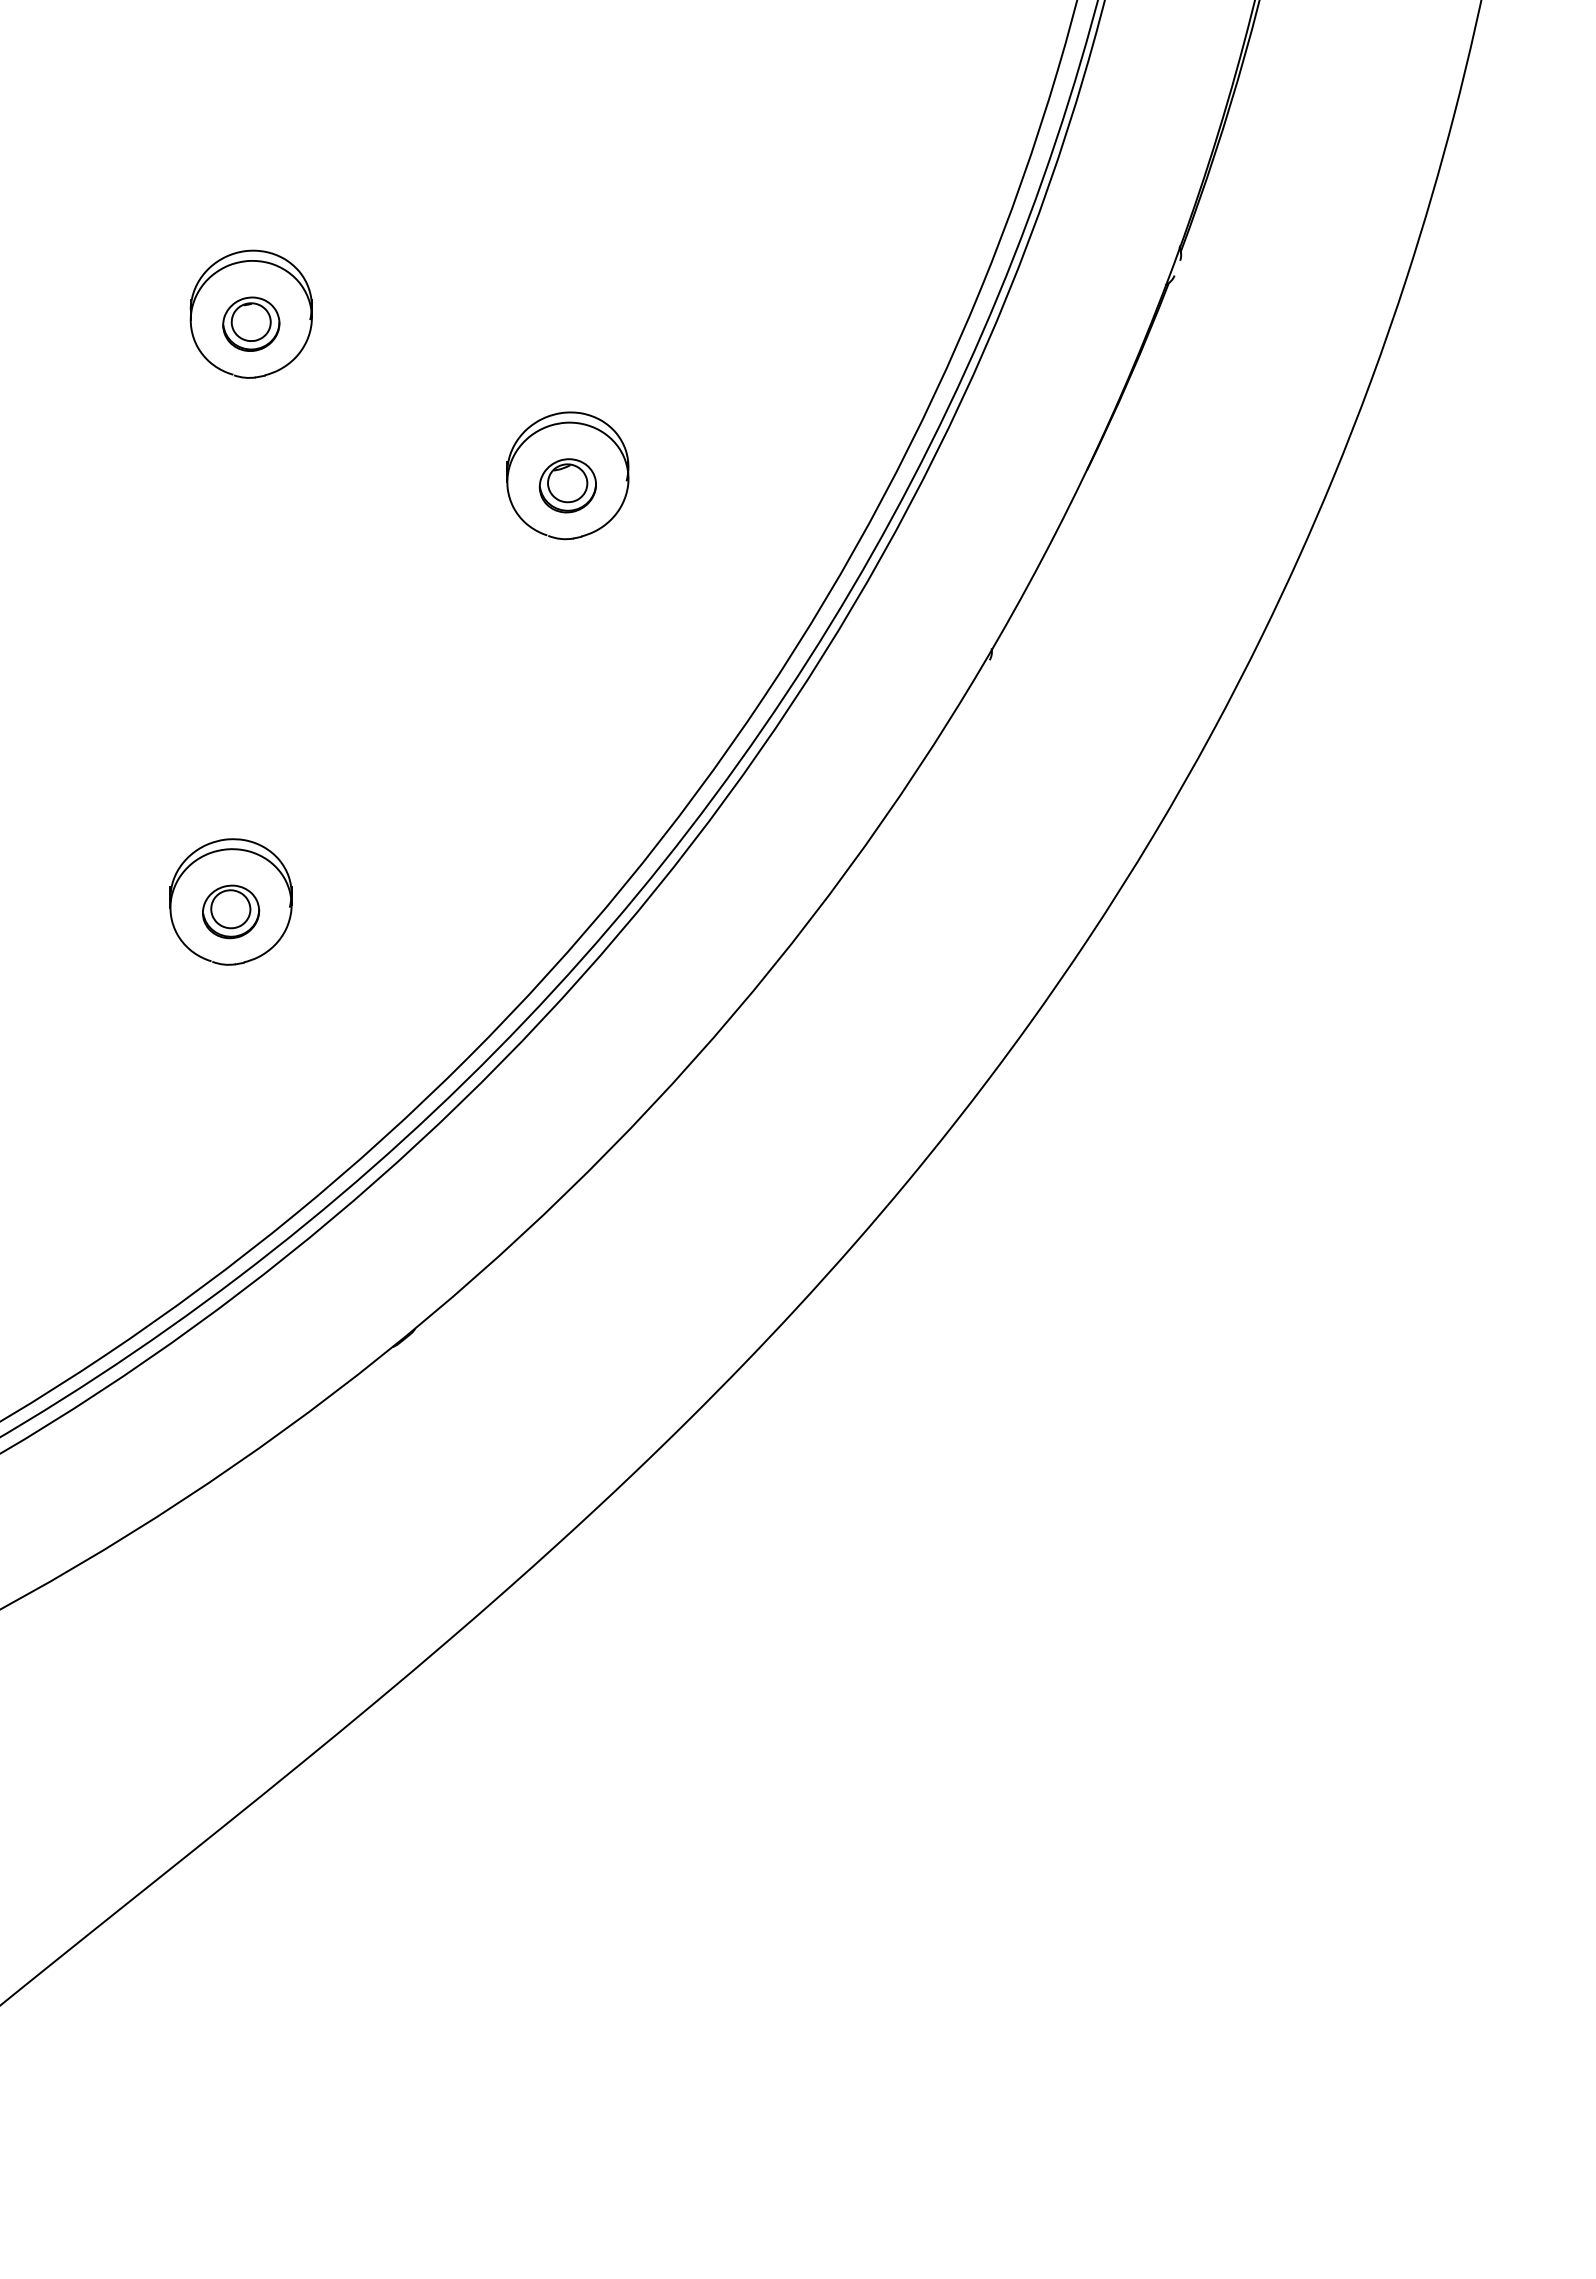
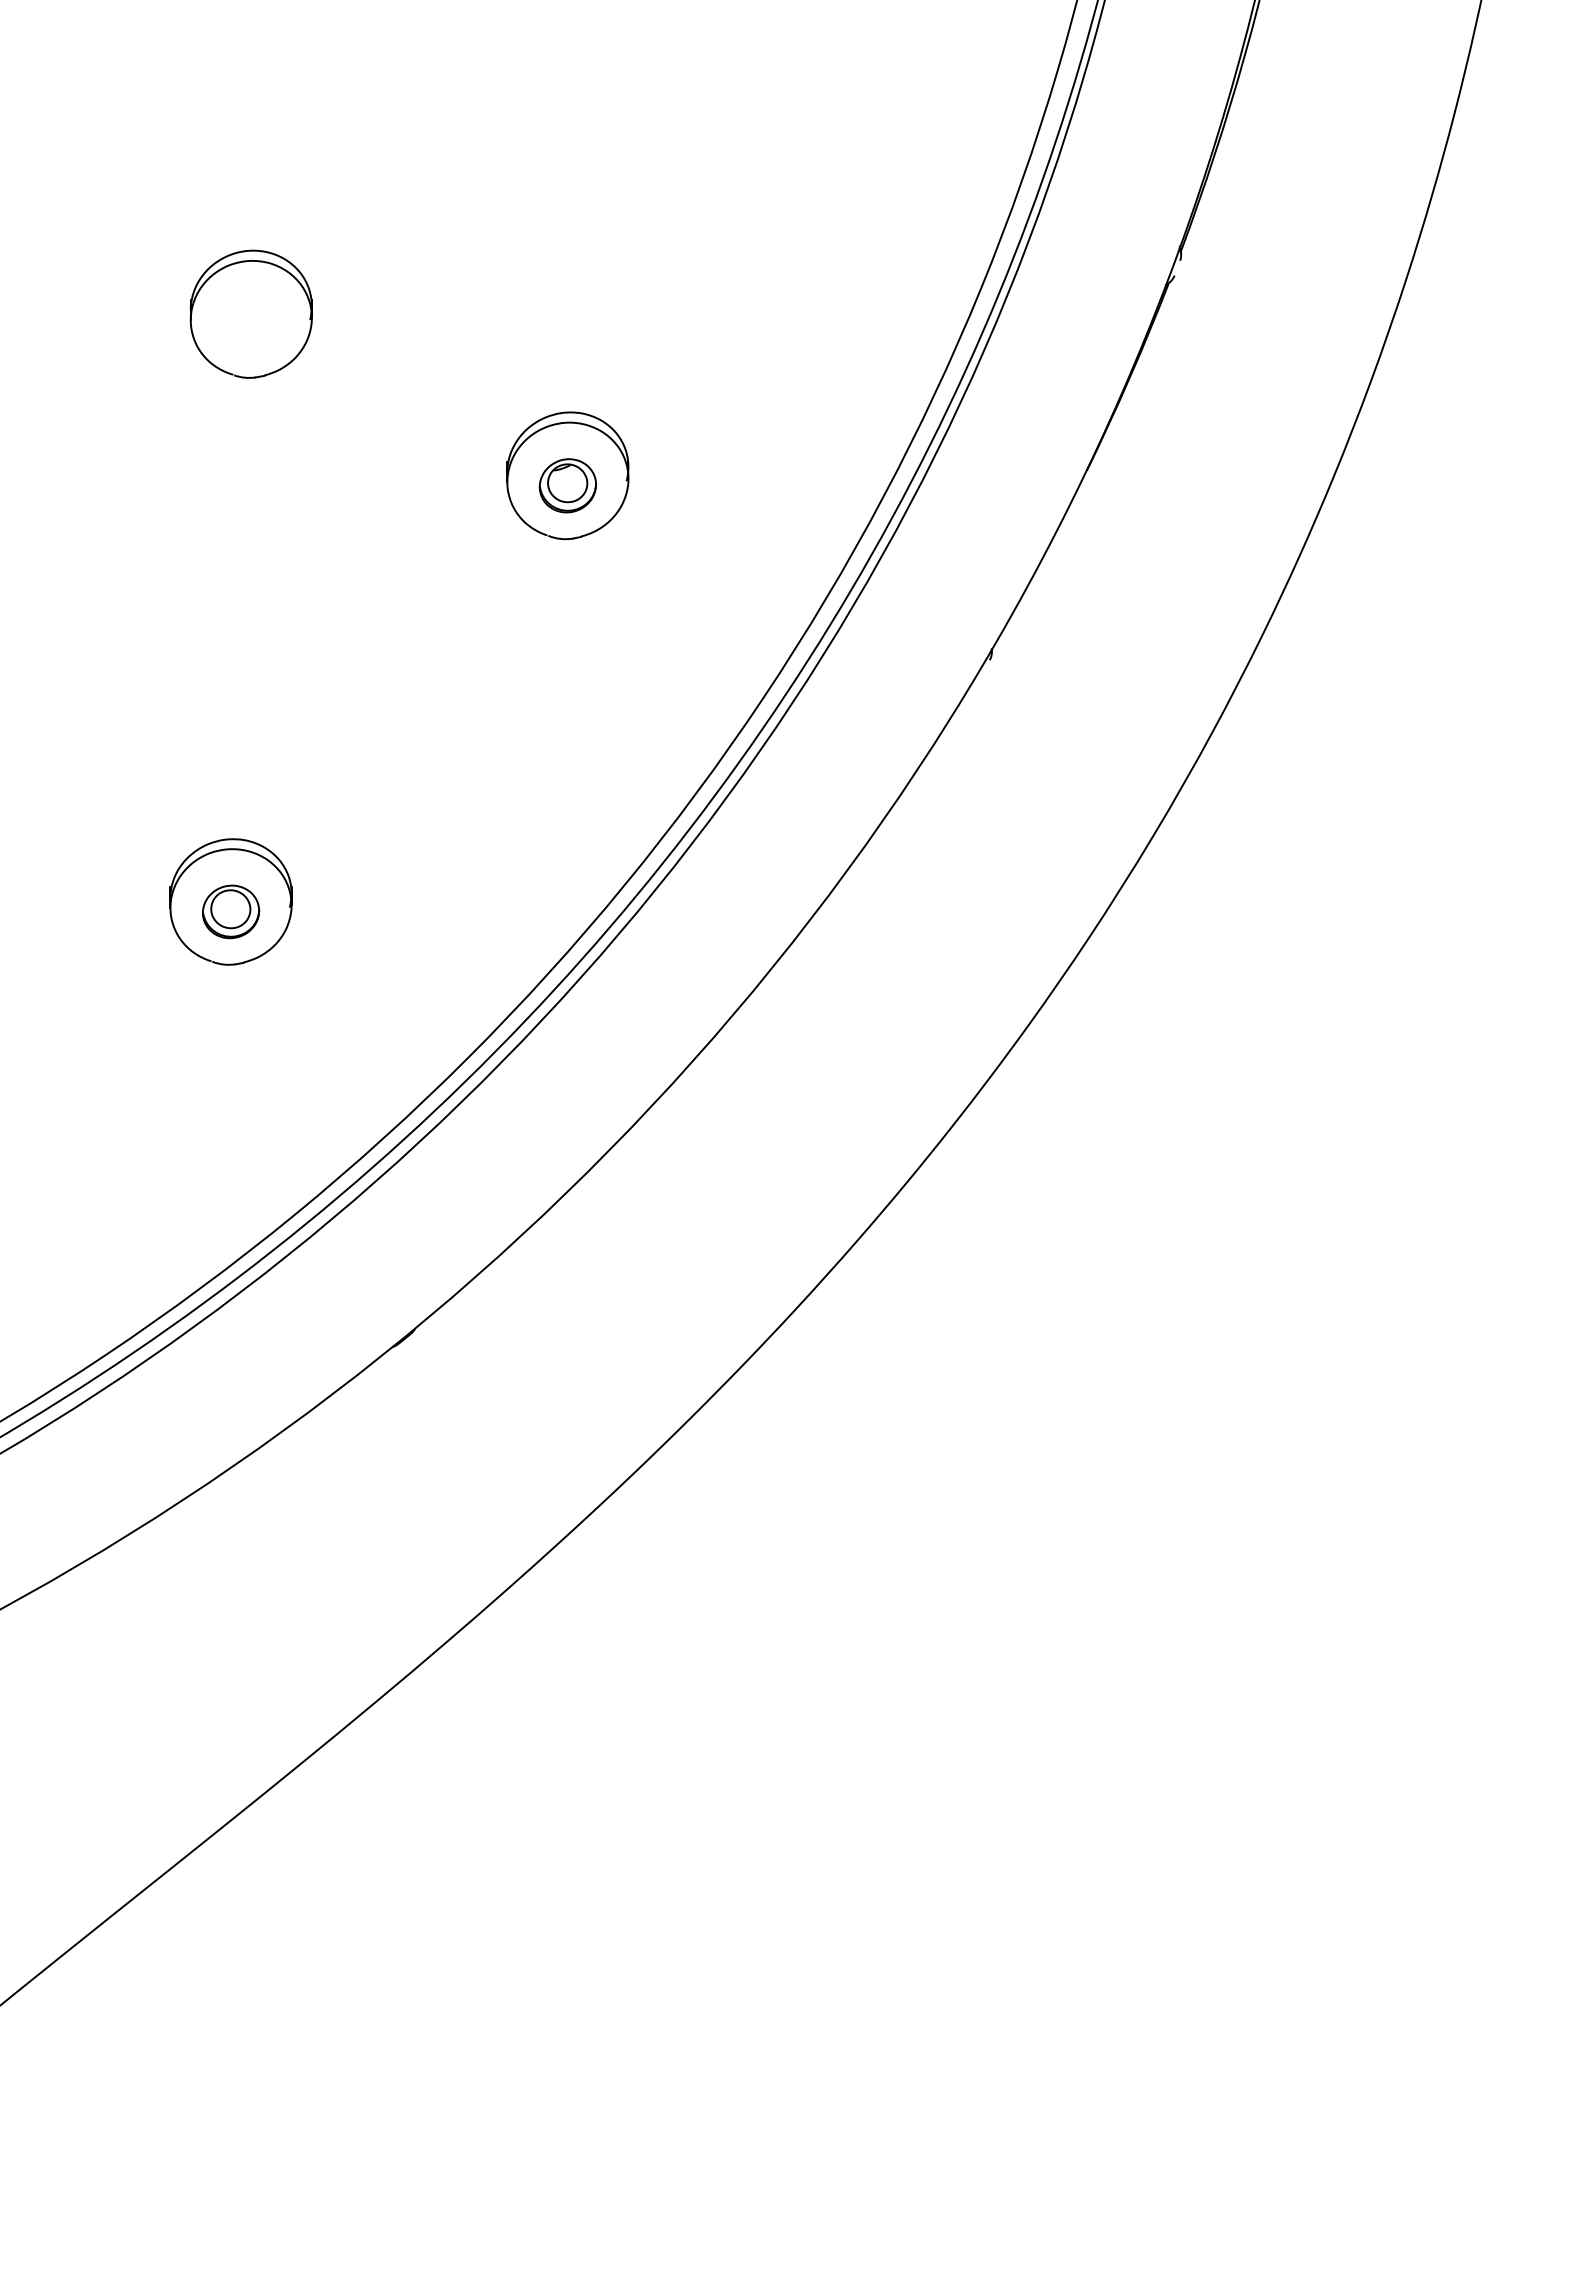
part at (251, 323): present -> none
